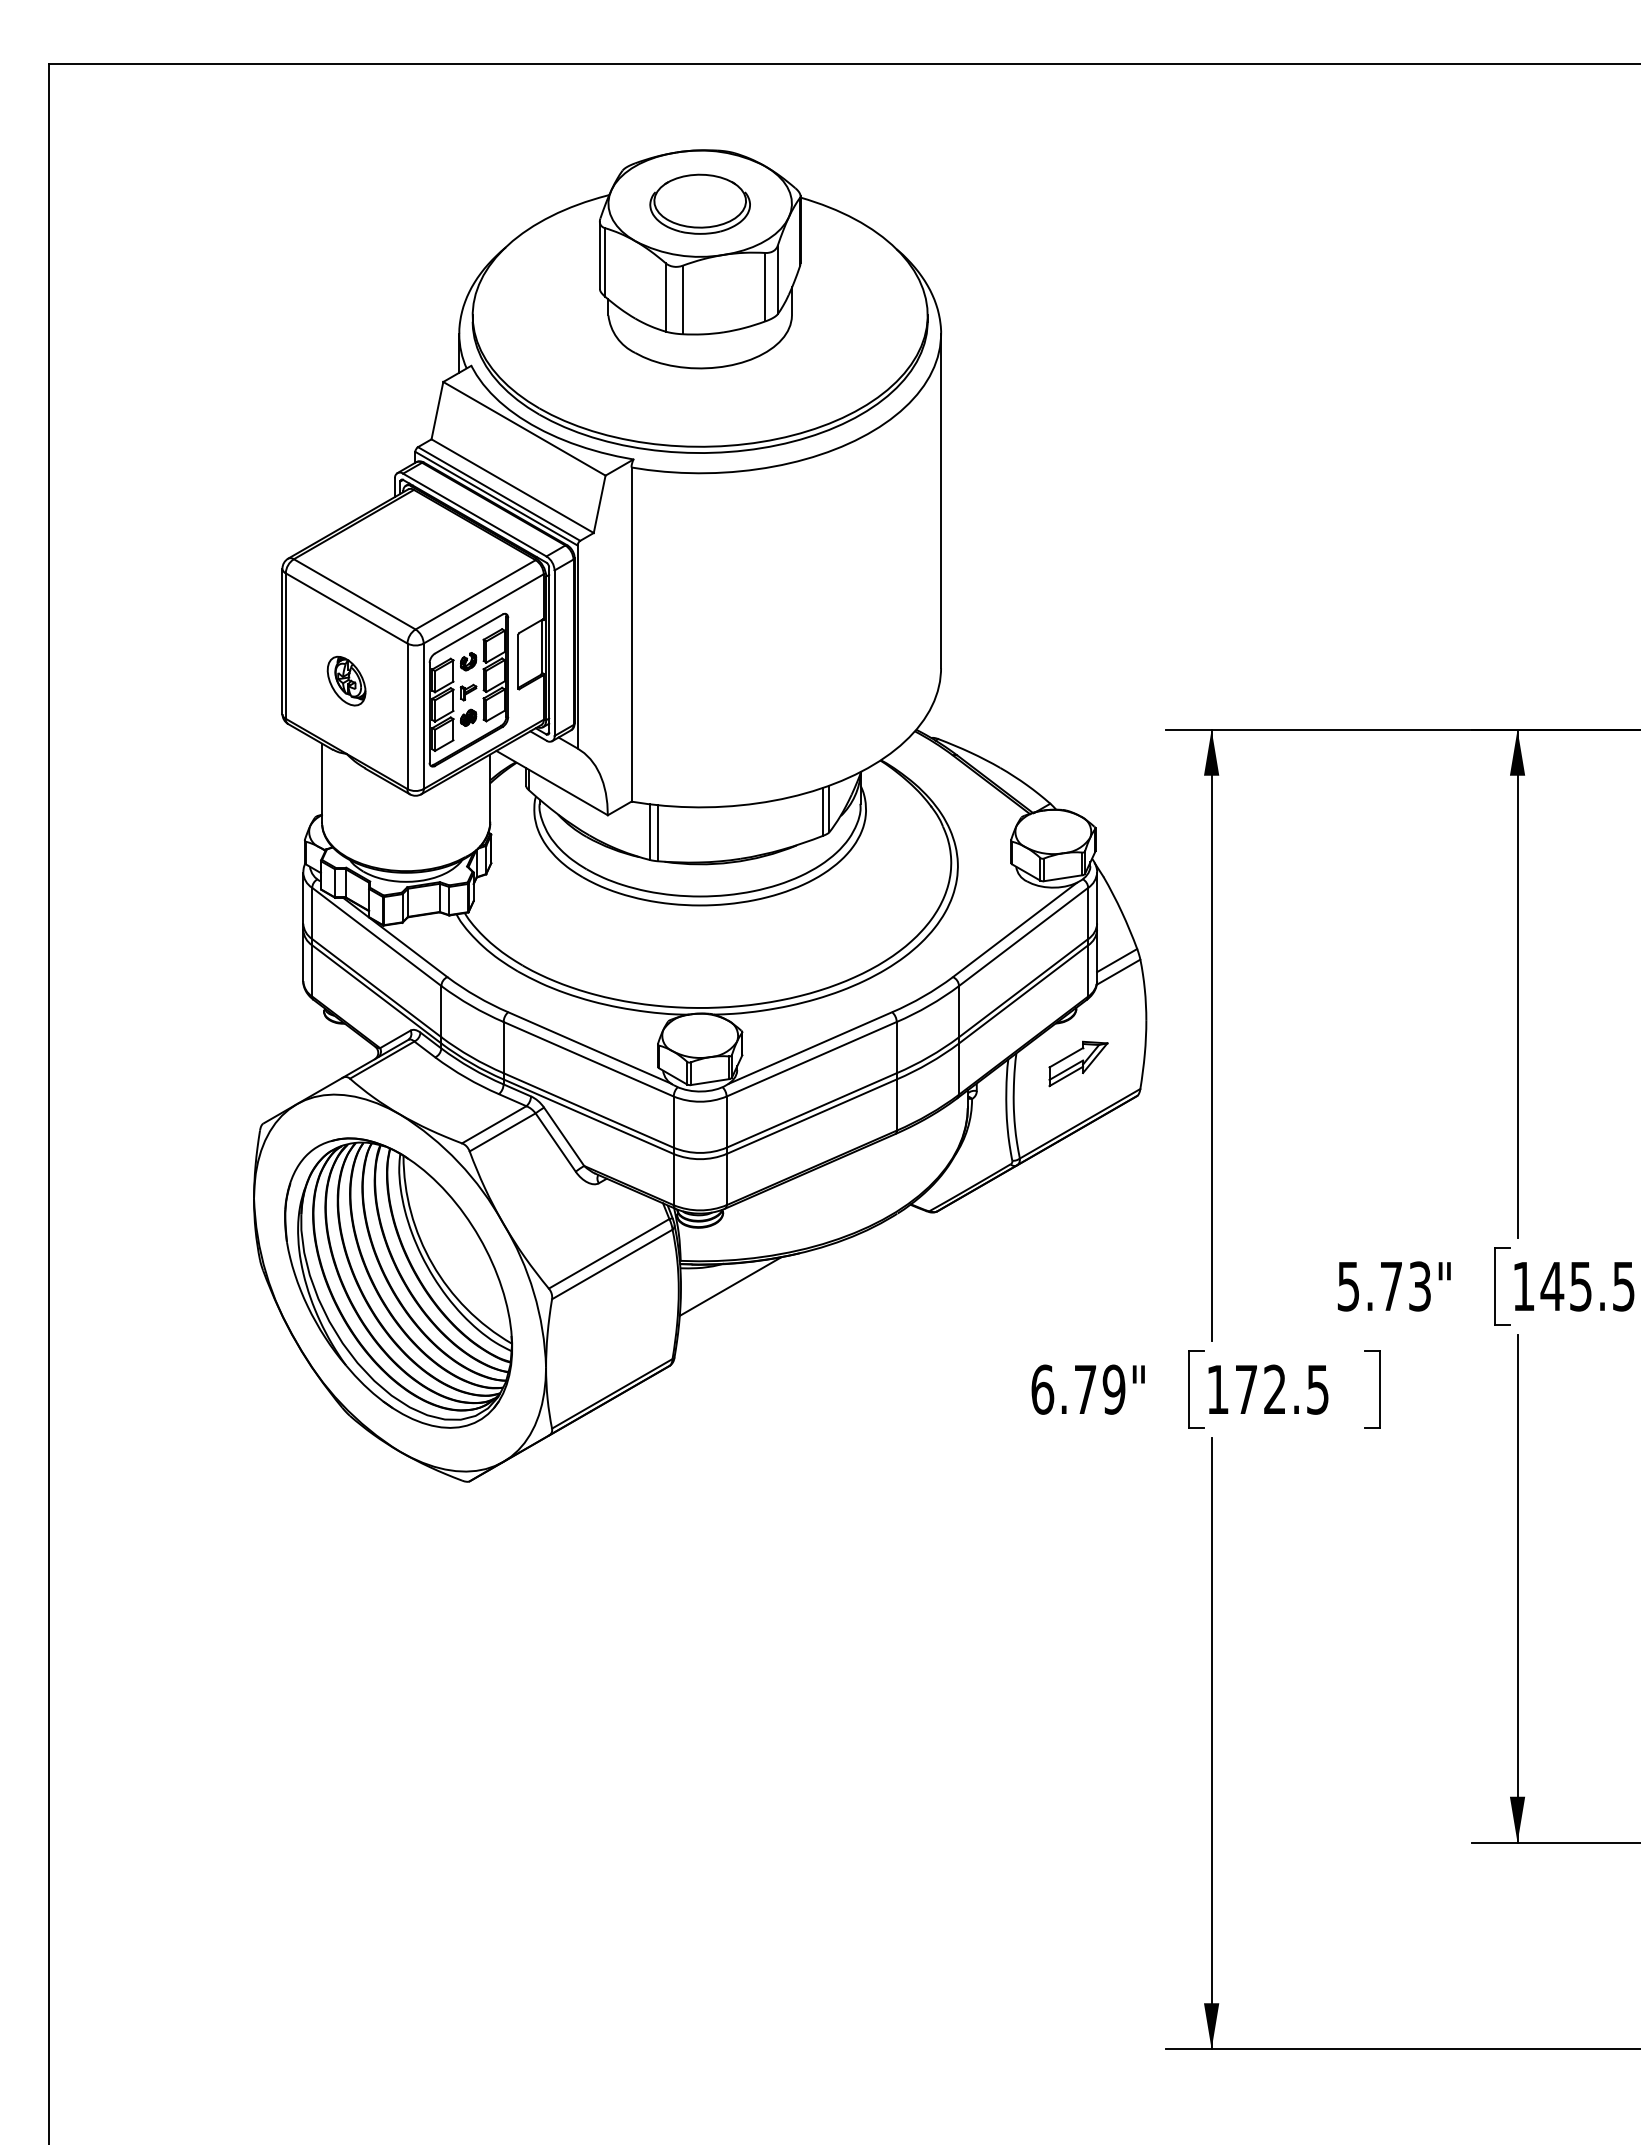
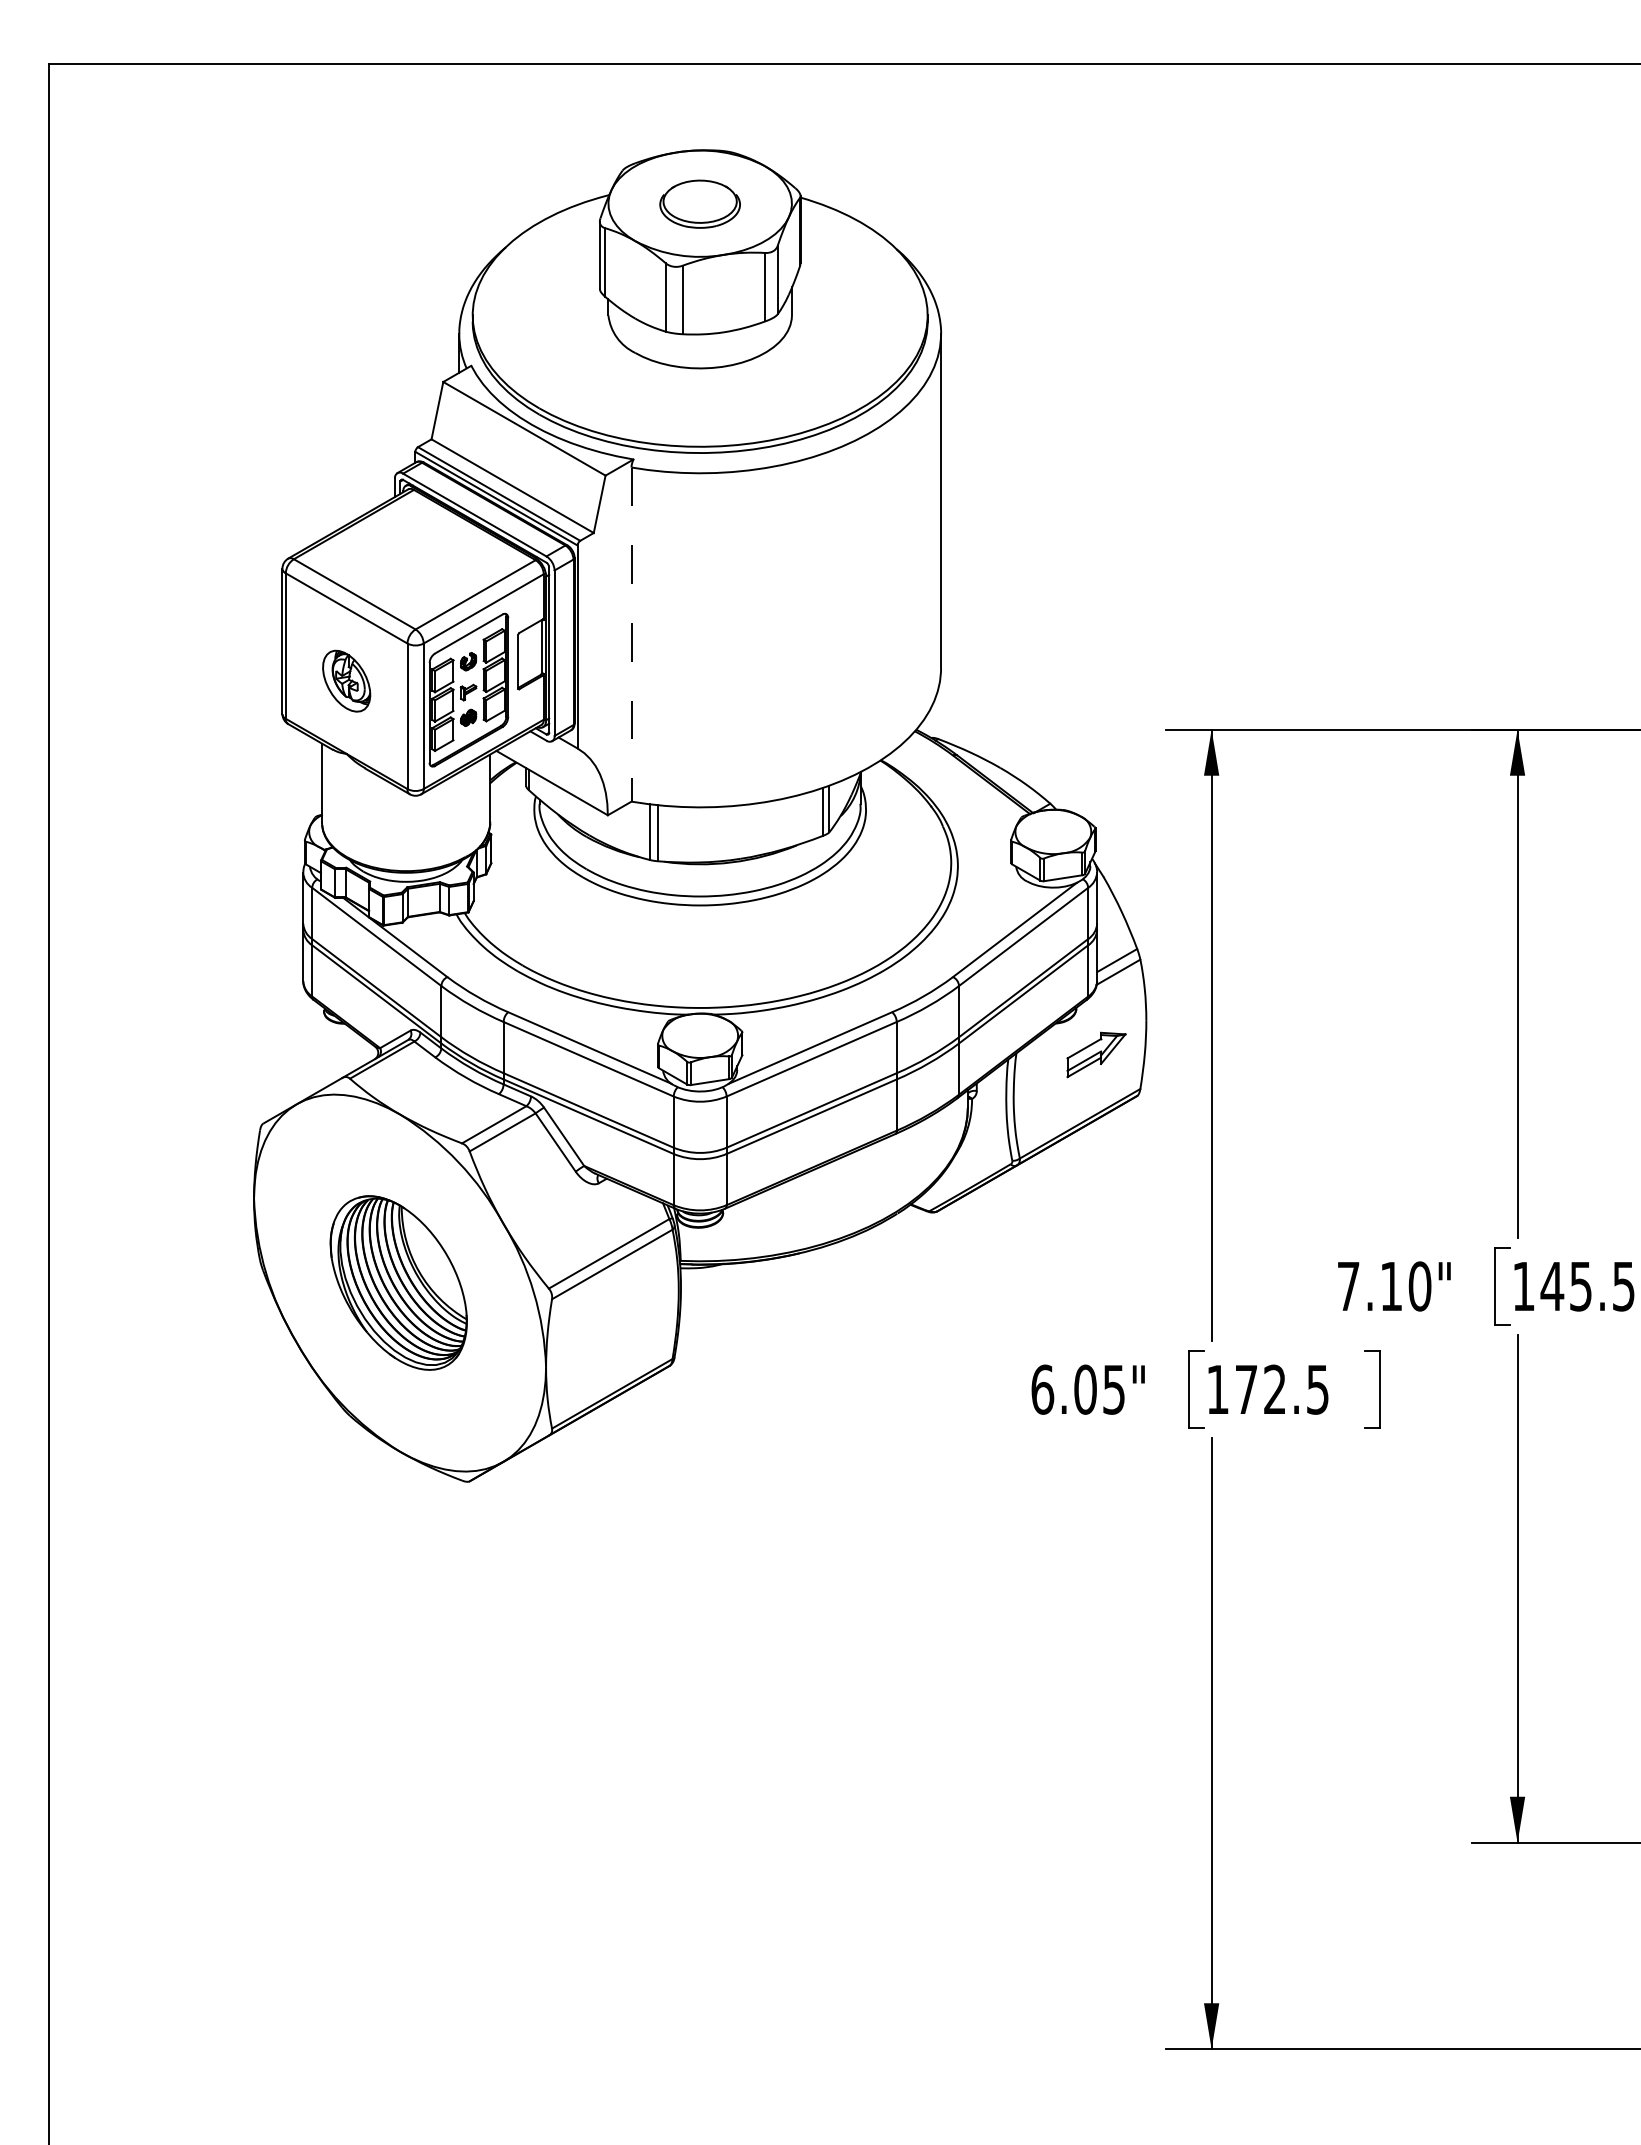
part at (699, 203) size: 102x62 px -> 82x50 px
line at (631, 635): solid -> dashed
part at (346, 680) size: 41x52 px -> 50x64 px
part at (1078, 1063) position: (1078, 1063) -> (1096, 1054)
part at (398, 1282) size: 230x292 px -> 139x176 px
line at (730, 1286): present -> none
text at (1384, 1286): 5.73" -> 7.10"
text at (1099, 1389): 6.79" -> 6.05"
